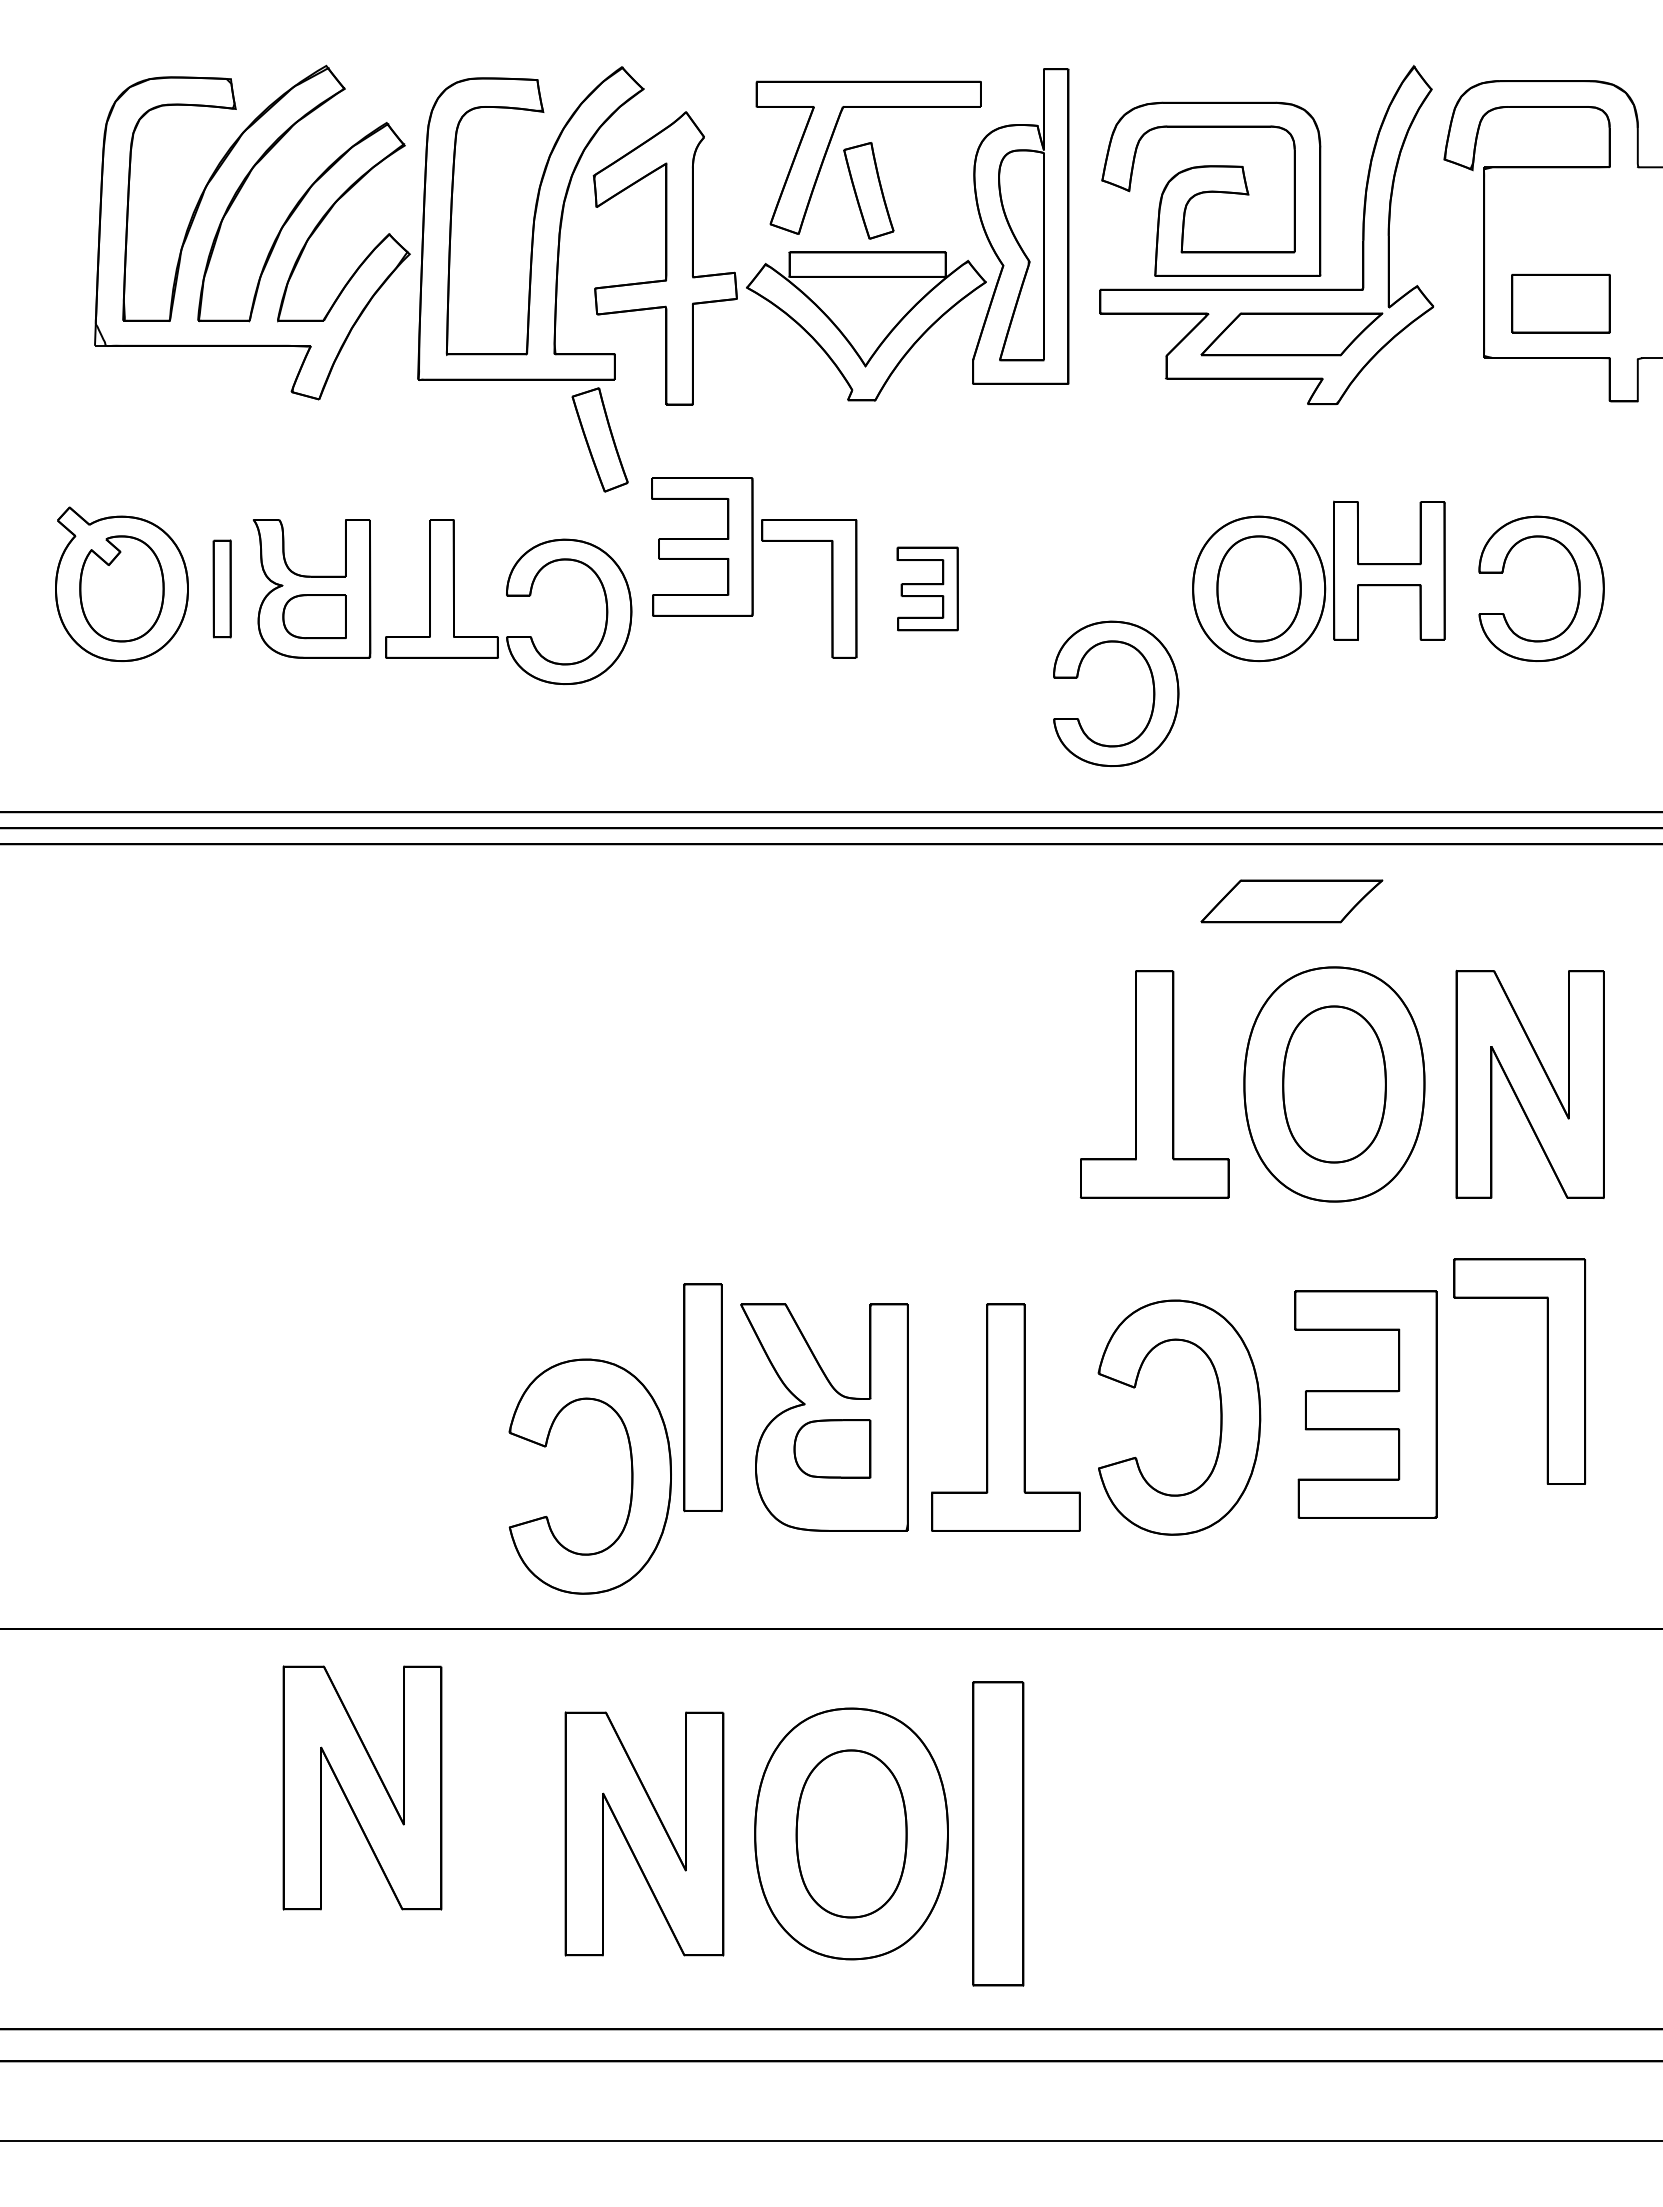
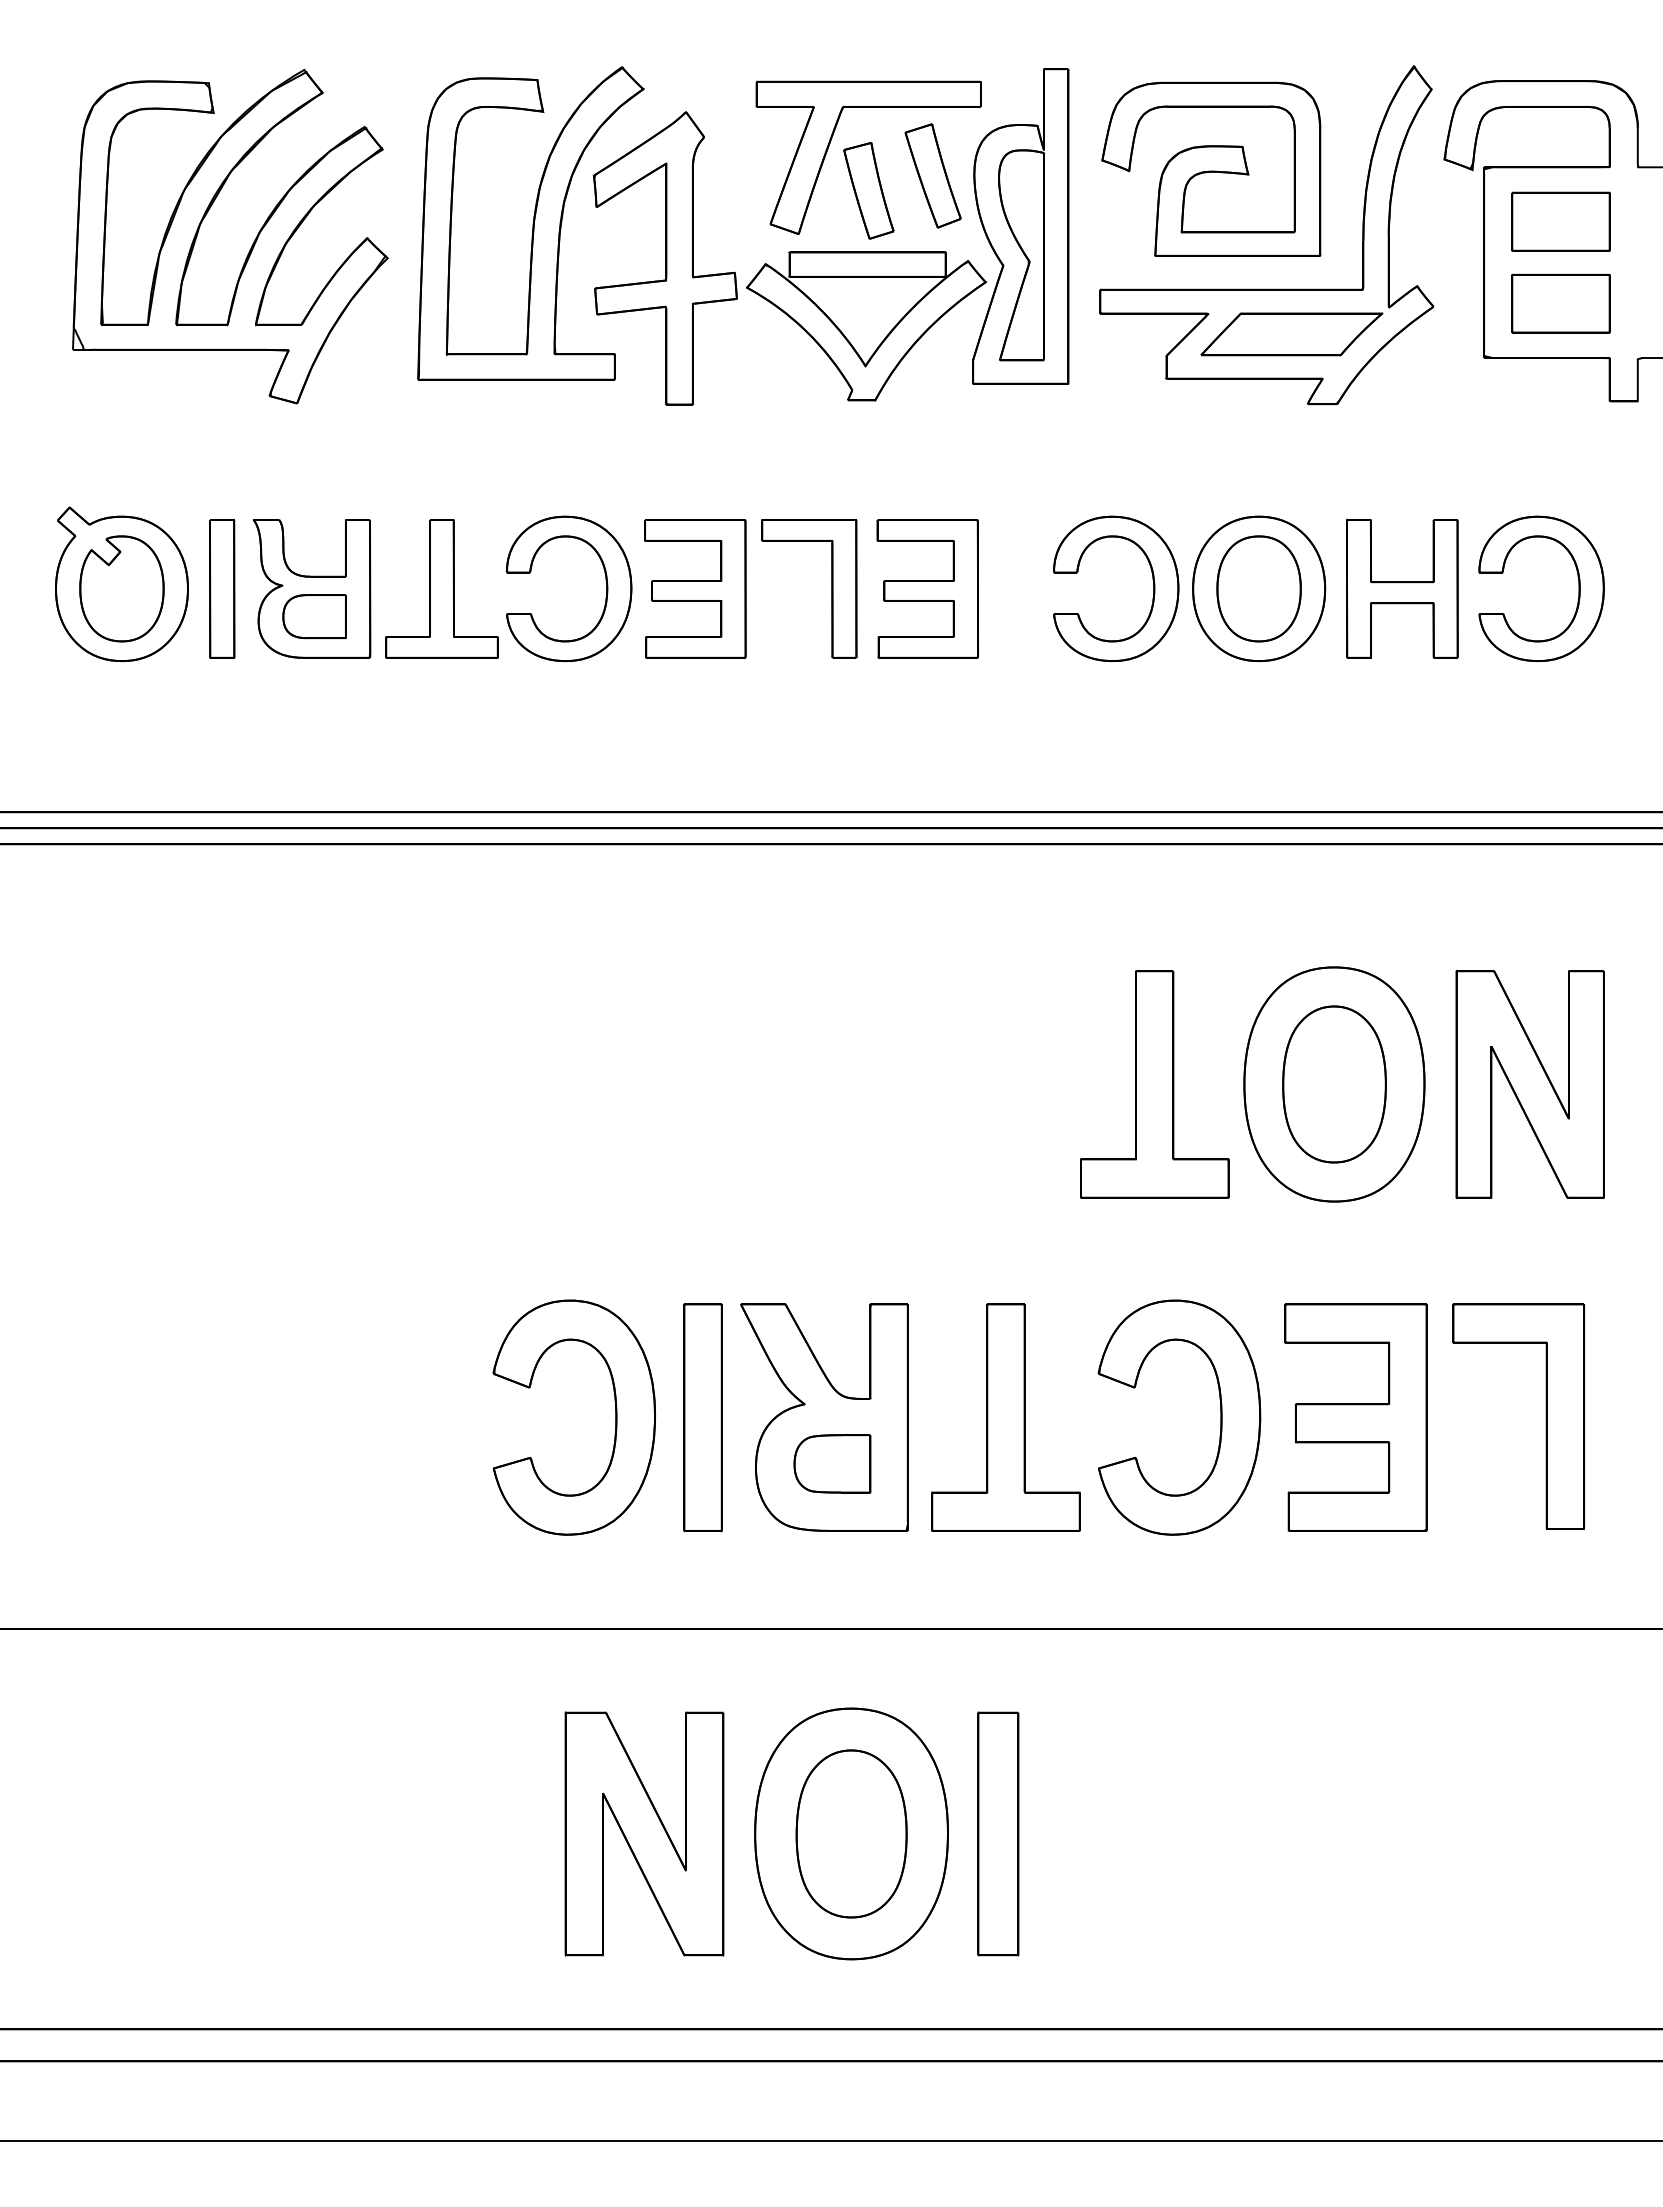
part at (1211, 188) position: (1211, 188) -> (1211, 168)
part at (1560, 221): none -> present
part at (272, 243) position: (272, 243) -> (250, 247)
part at (599, 439) position: (599, 439) -> (932, 175)
part at (702, 546) position: (702, 546) -> (695, 588)
part at (1389, 570) position: (1389, 570) -> (1402, 588)
part at (221, 588) size: 20x100 px -> 27x142 px
part at (927, 588) size: 63x86 px -> 103x140 px
part at (605, 603) position: (605, 603) -> (605, 580)
part at (1152, 685) position: (1152, 685) -> (1152, 580)
part at (1291, 901): present -> none
part at (1546, 1371) position: (1546, 1371) -> (1545, 1416)
part at (702, 1397) position: (702, 1397) -> (702, 1417)
part at (1365, 1404) position: (1365, 1404) -> (1355, 1417)
part at (832, 1448) position: (832, 1448) -> (832, 1463)
part at (631, 1476) position: (631, 1476) -> (615, 1417)
part at (362, 1787): present -> none
part at (998, 1833) size: 53x306 px -> 43x246 px
